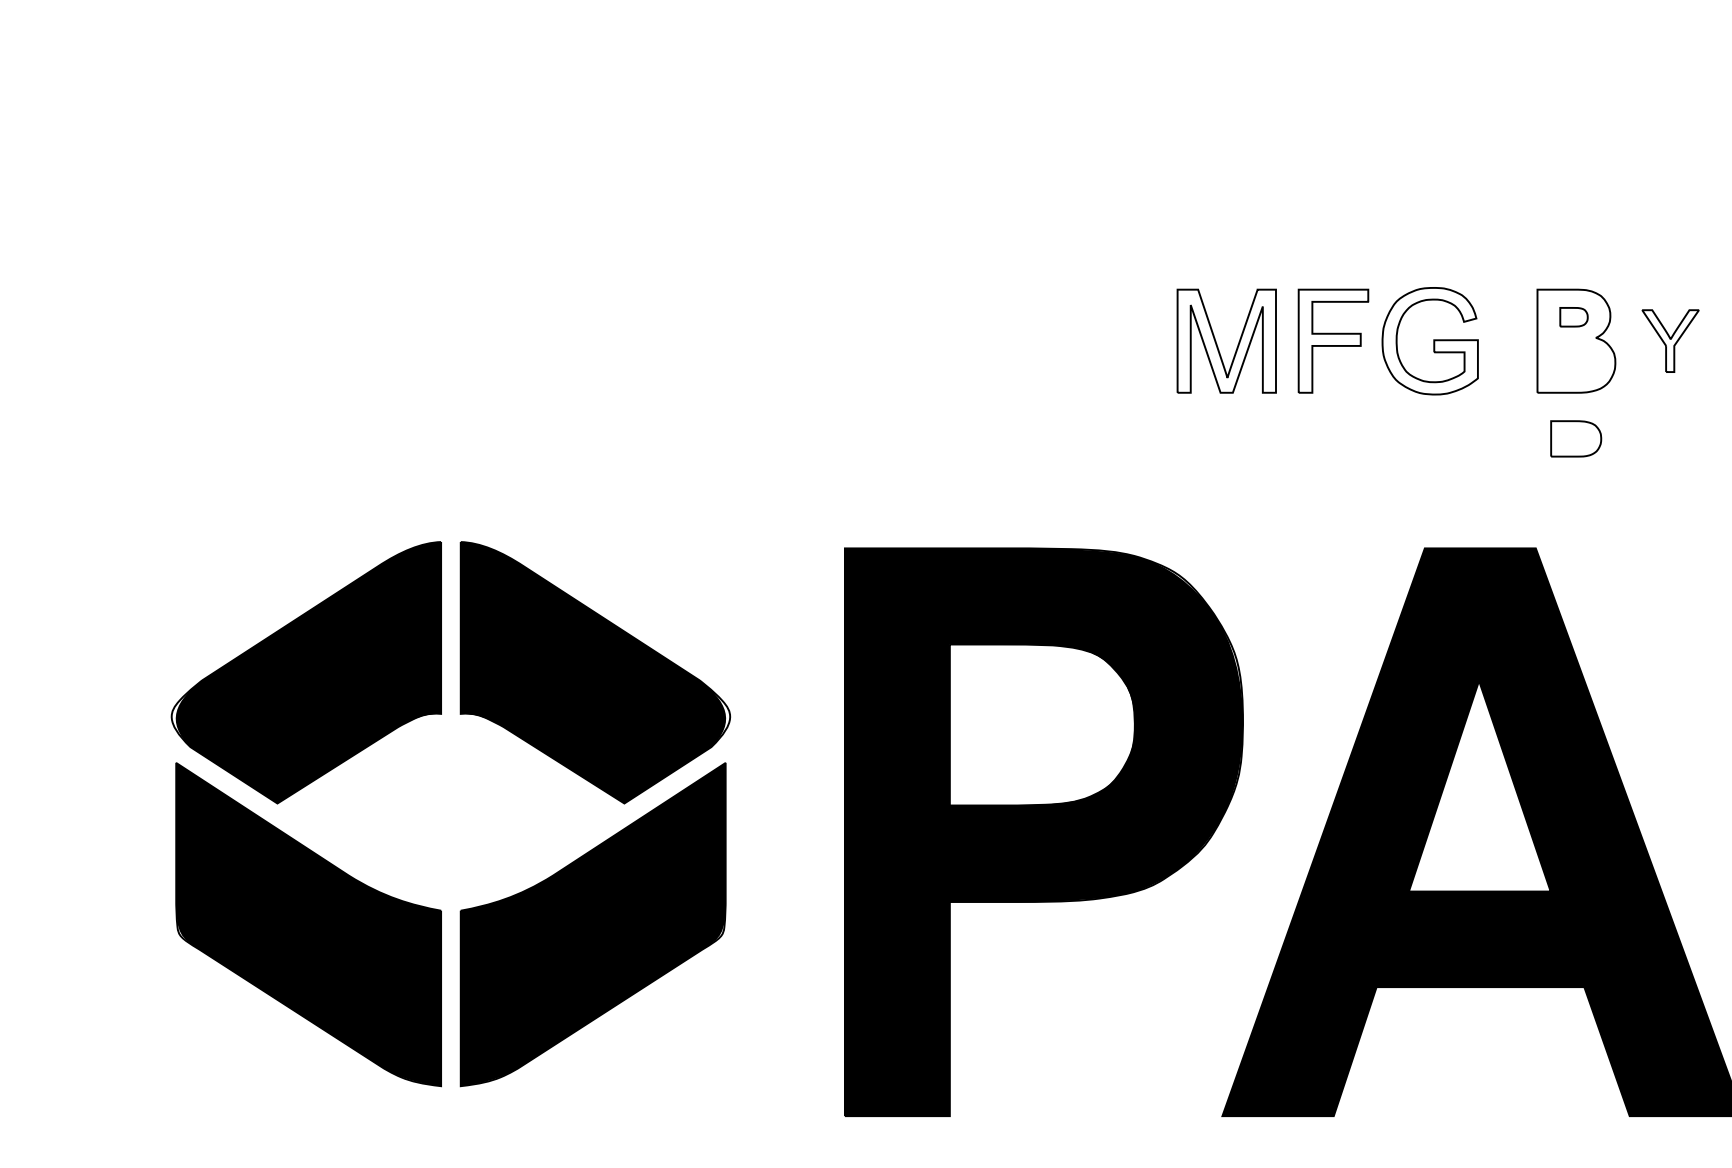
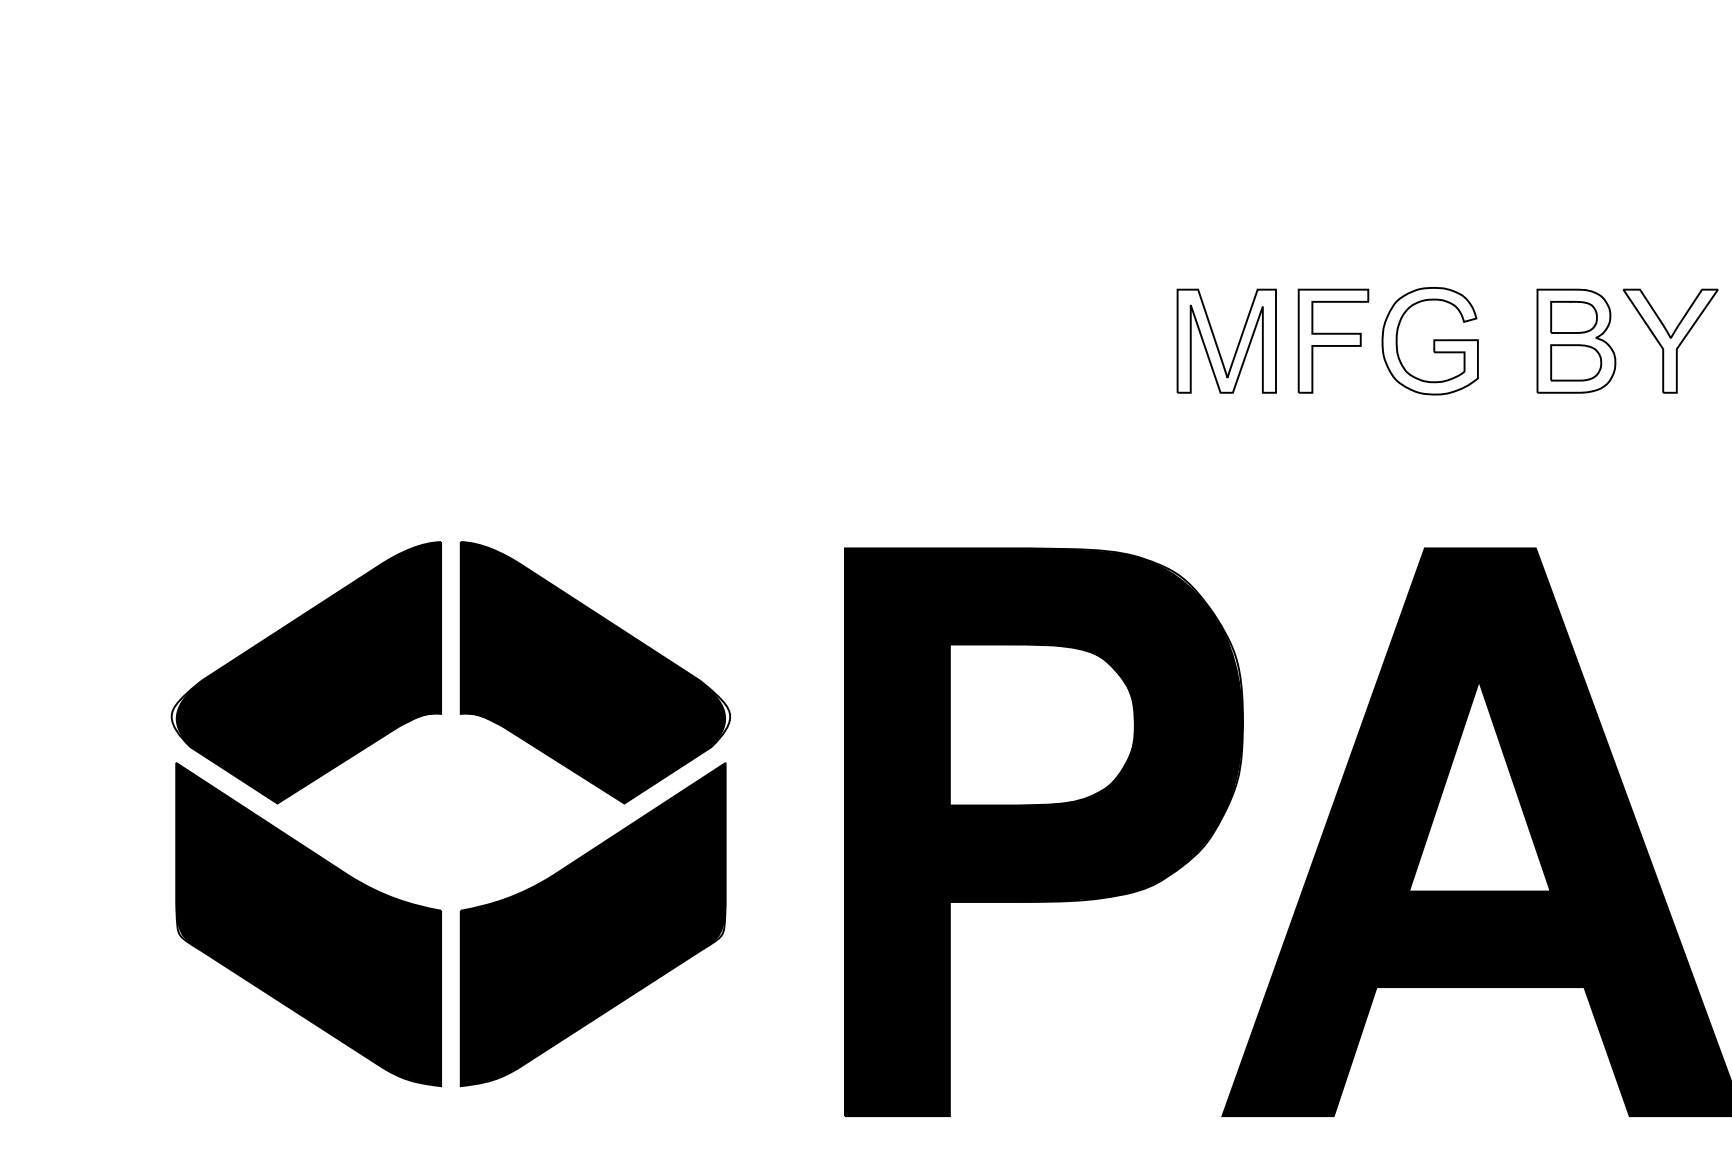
part at (1573, 317) size: 30x21 px -> 48x34 px
part at (1670, 340) size: 59x64 px -> 97x106 px
part at (1576, 438) position: (1576, 438) -> (1576, 362)
